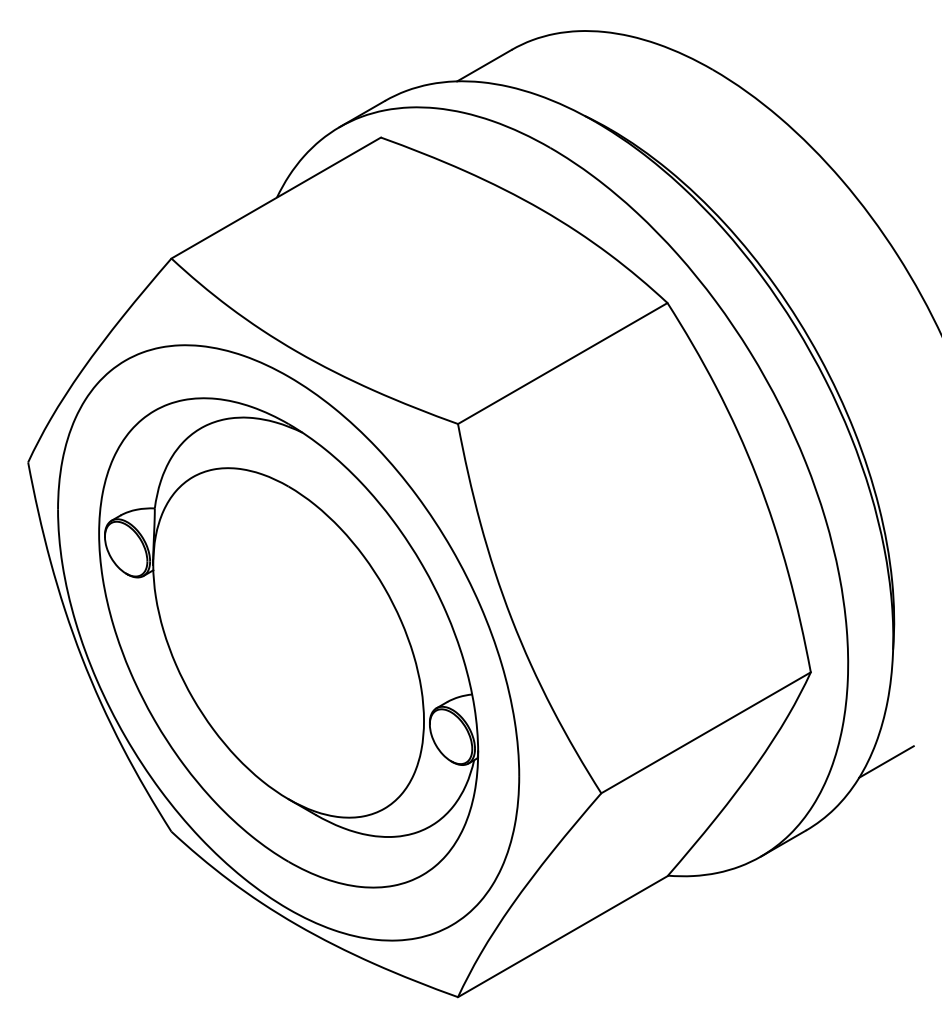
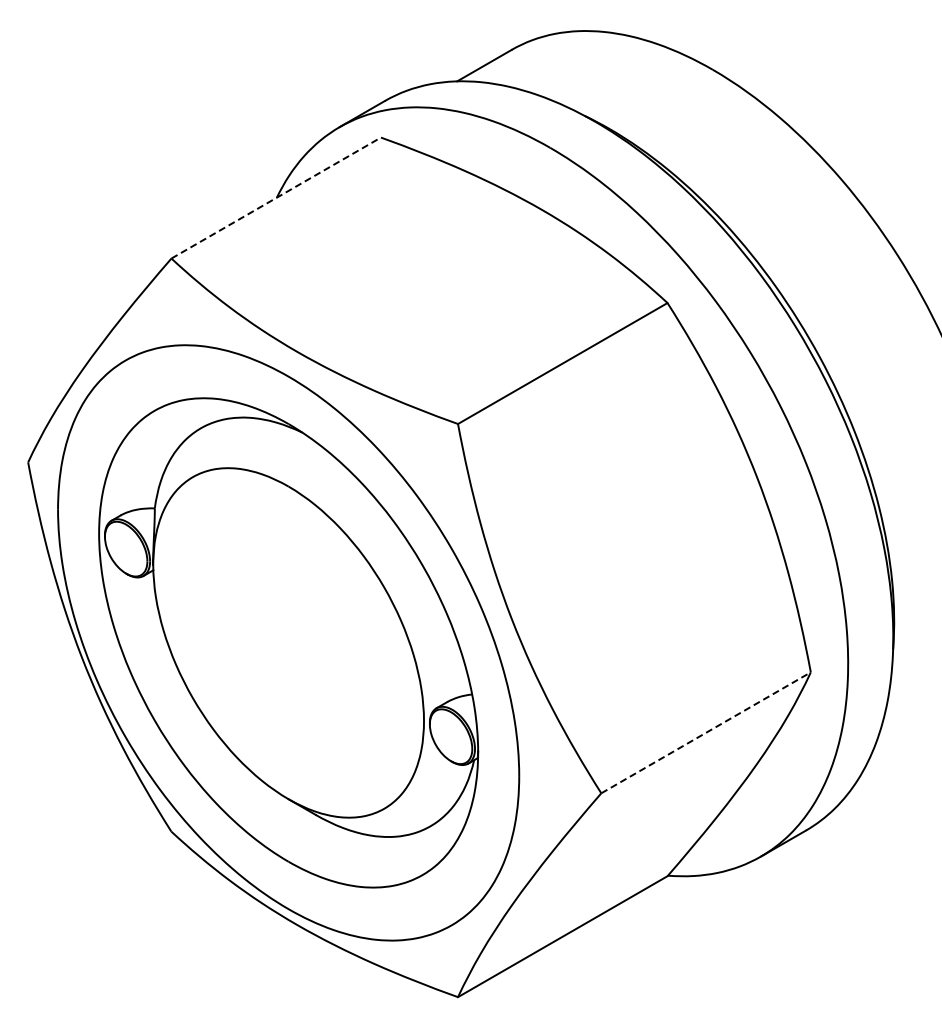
line at (276, 198): solid -> dashed
line at (706, 732): solid -> dashed
line at (886, 761): present -> none
